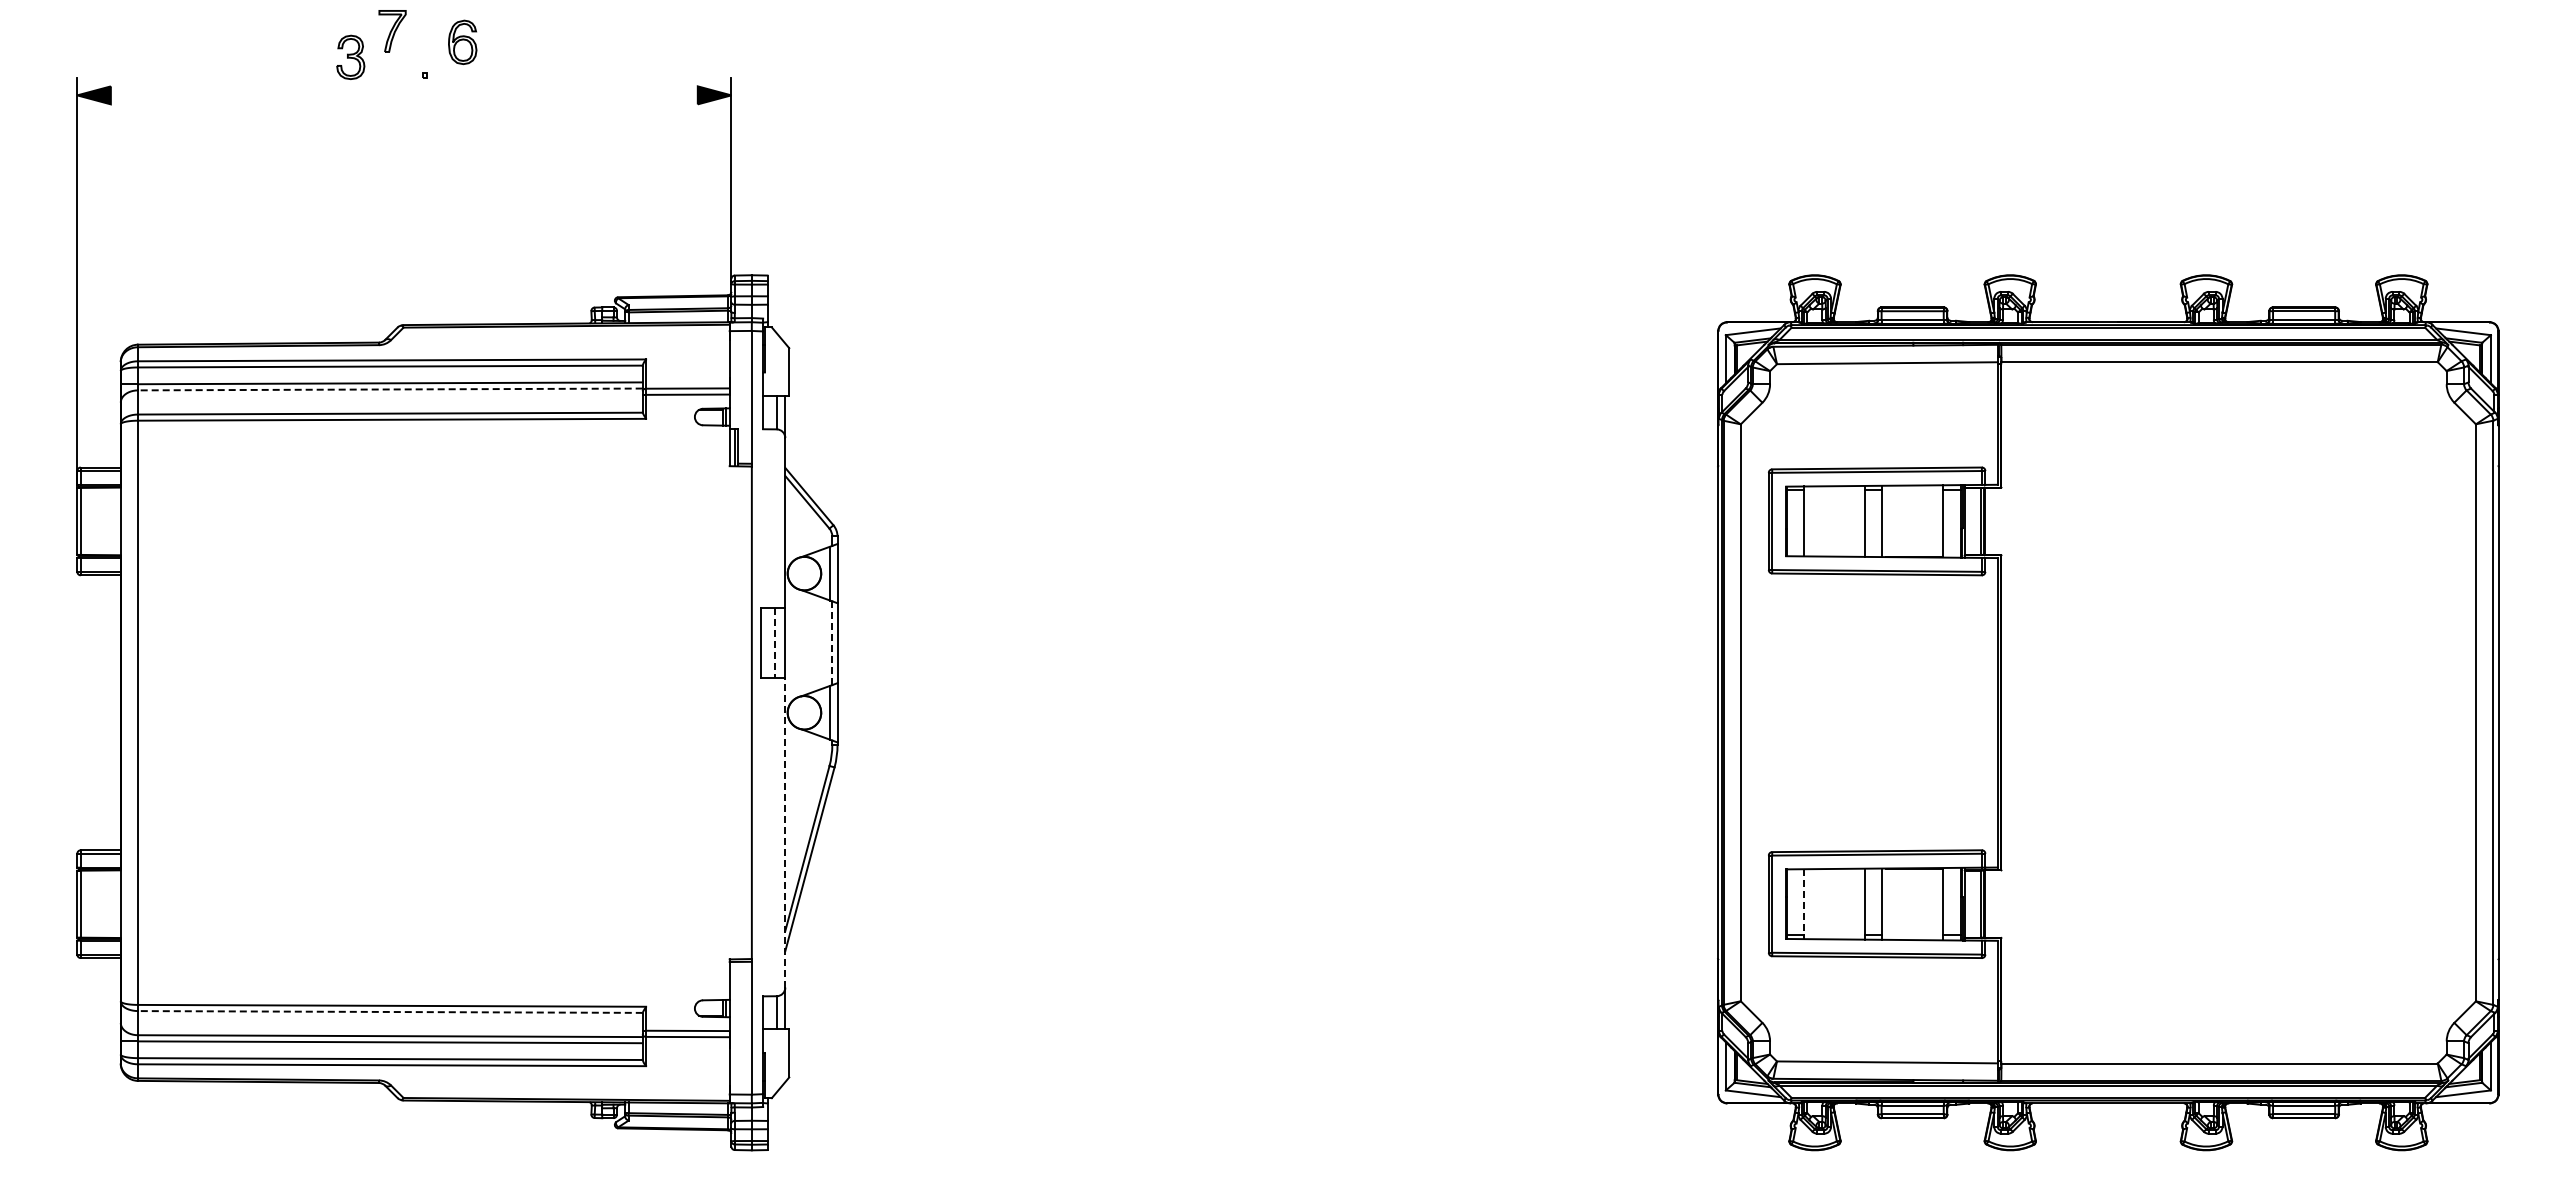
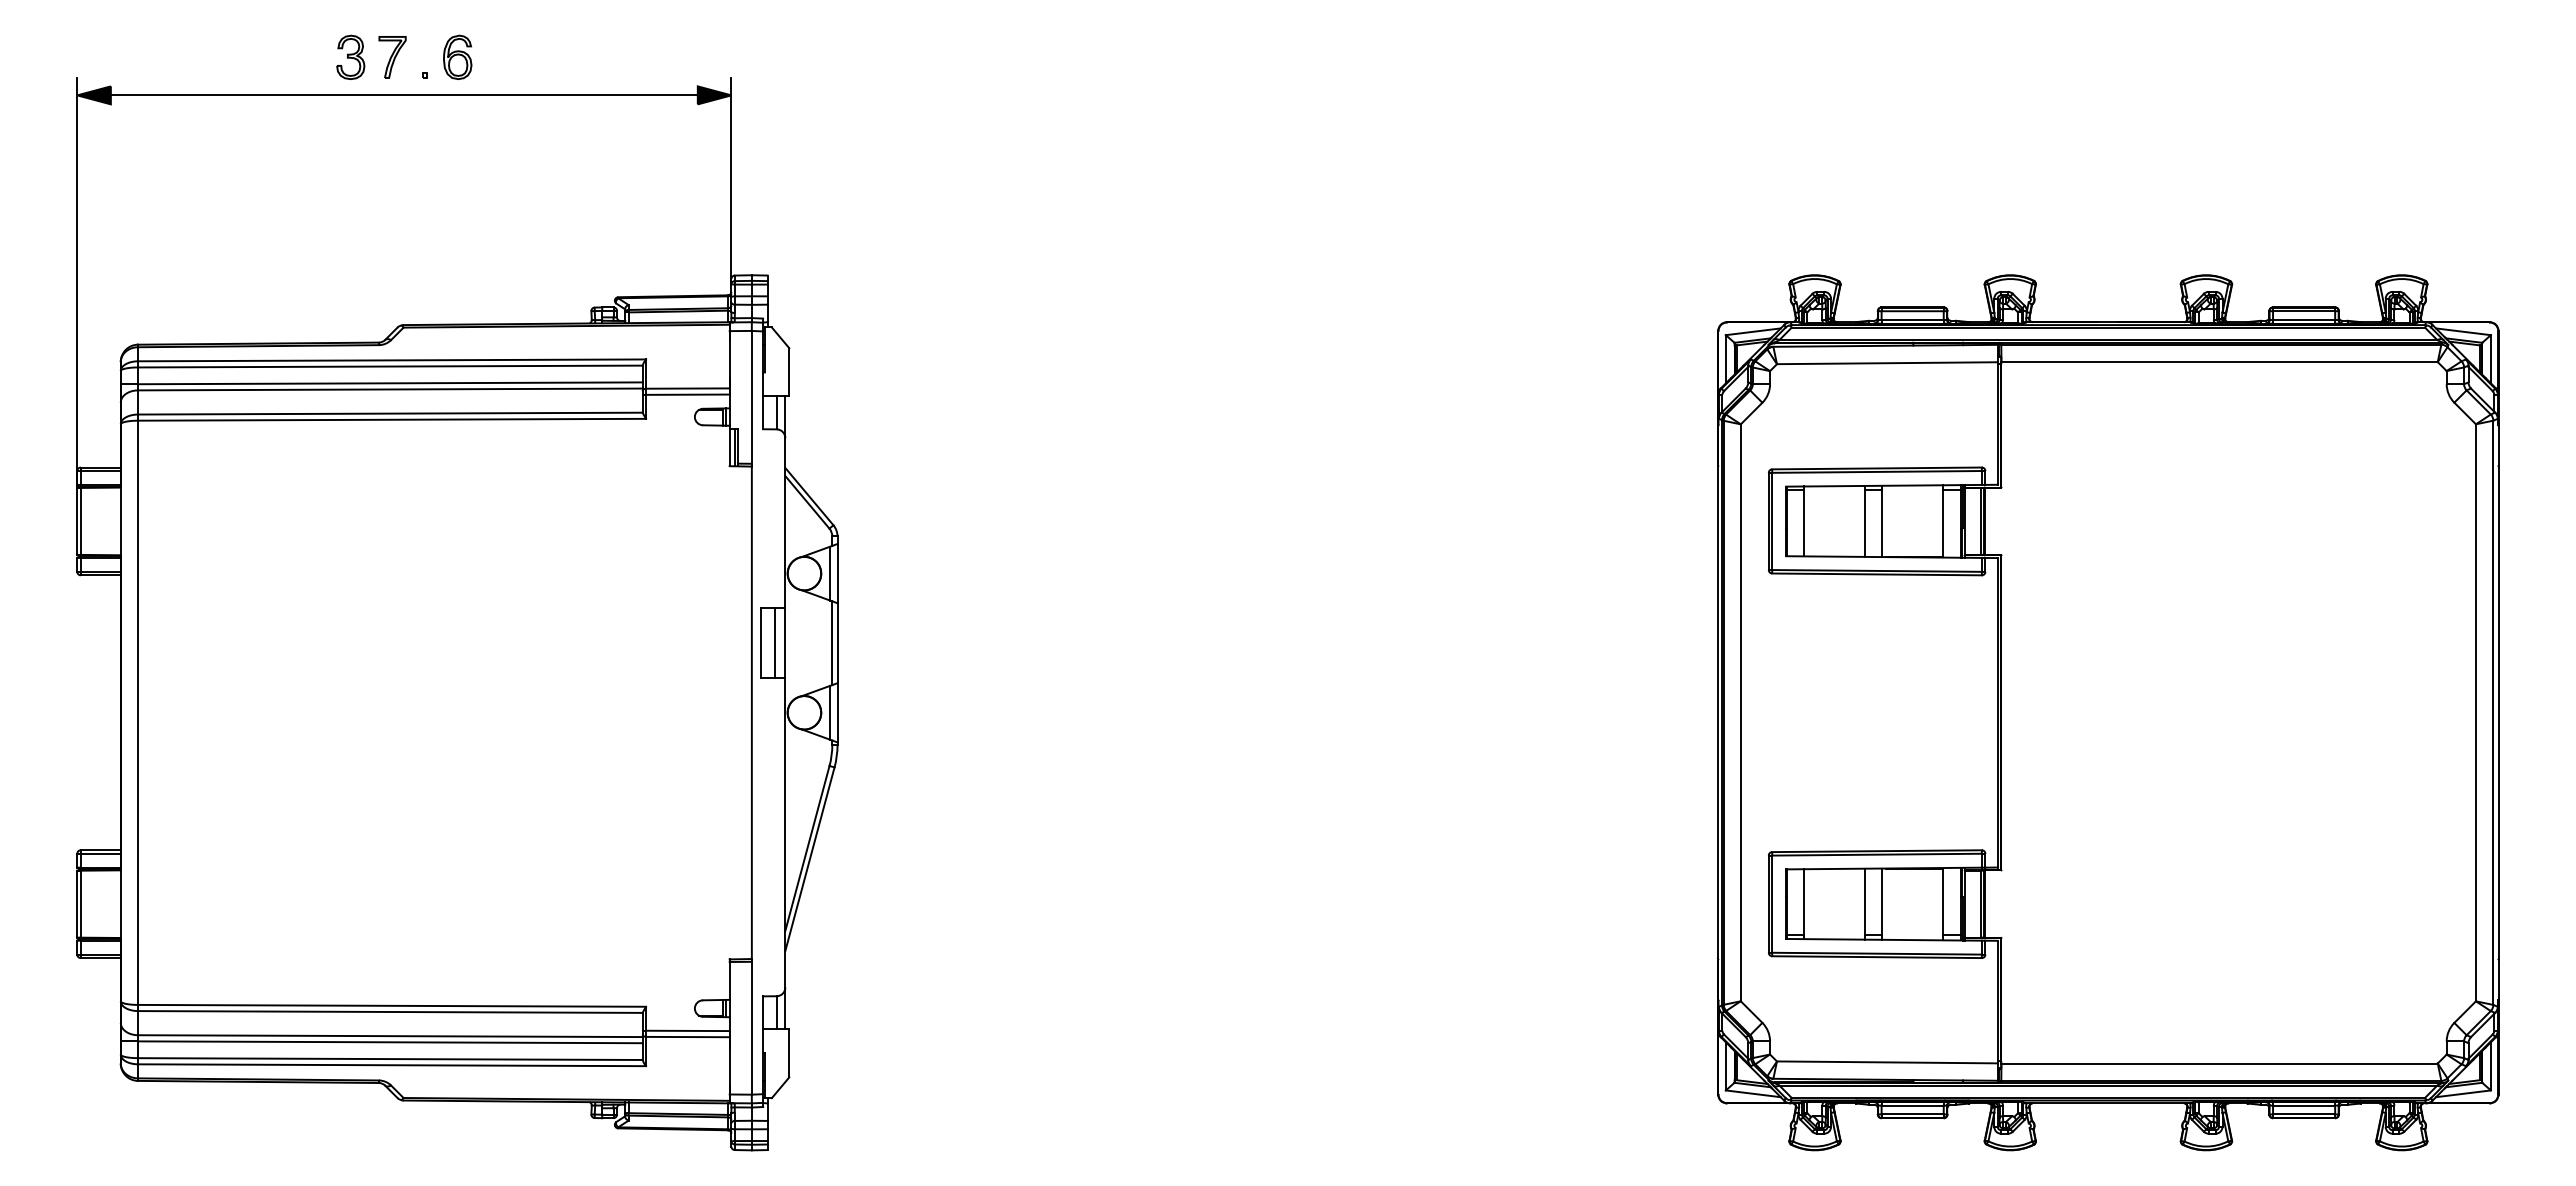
part at (392, 31) position: (392, 31) -> (392, 57)
part at (462, 42) position: (462, 42) -> (457, 57)
line at (403, 95): none -> present
line at (389, 389): dashed -> solid
line at (775, 643): dashed -> solid
line at (832, 643): dashed -> solid
line at (785, 832): dashed -> solid
line at (1803, 902): dashed -> solid
line at (389, 1011): dashed -> solid
